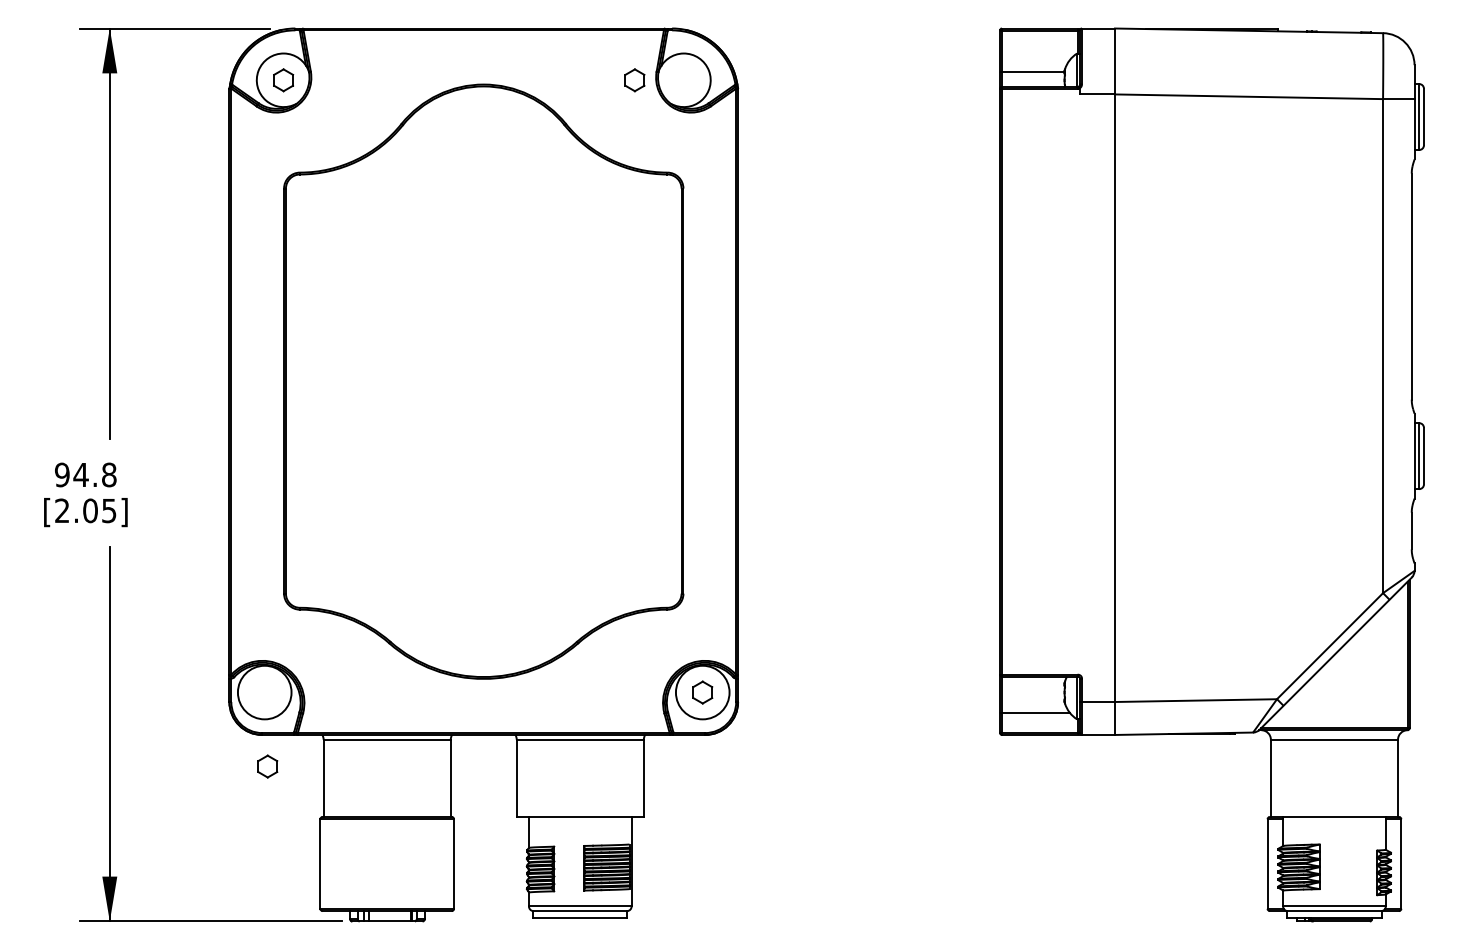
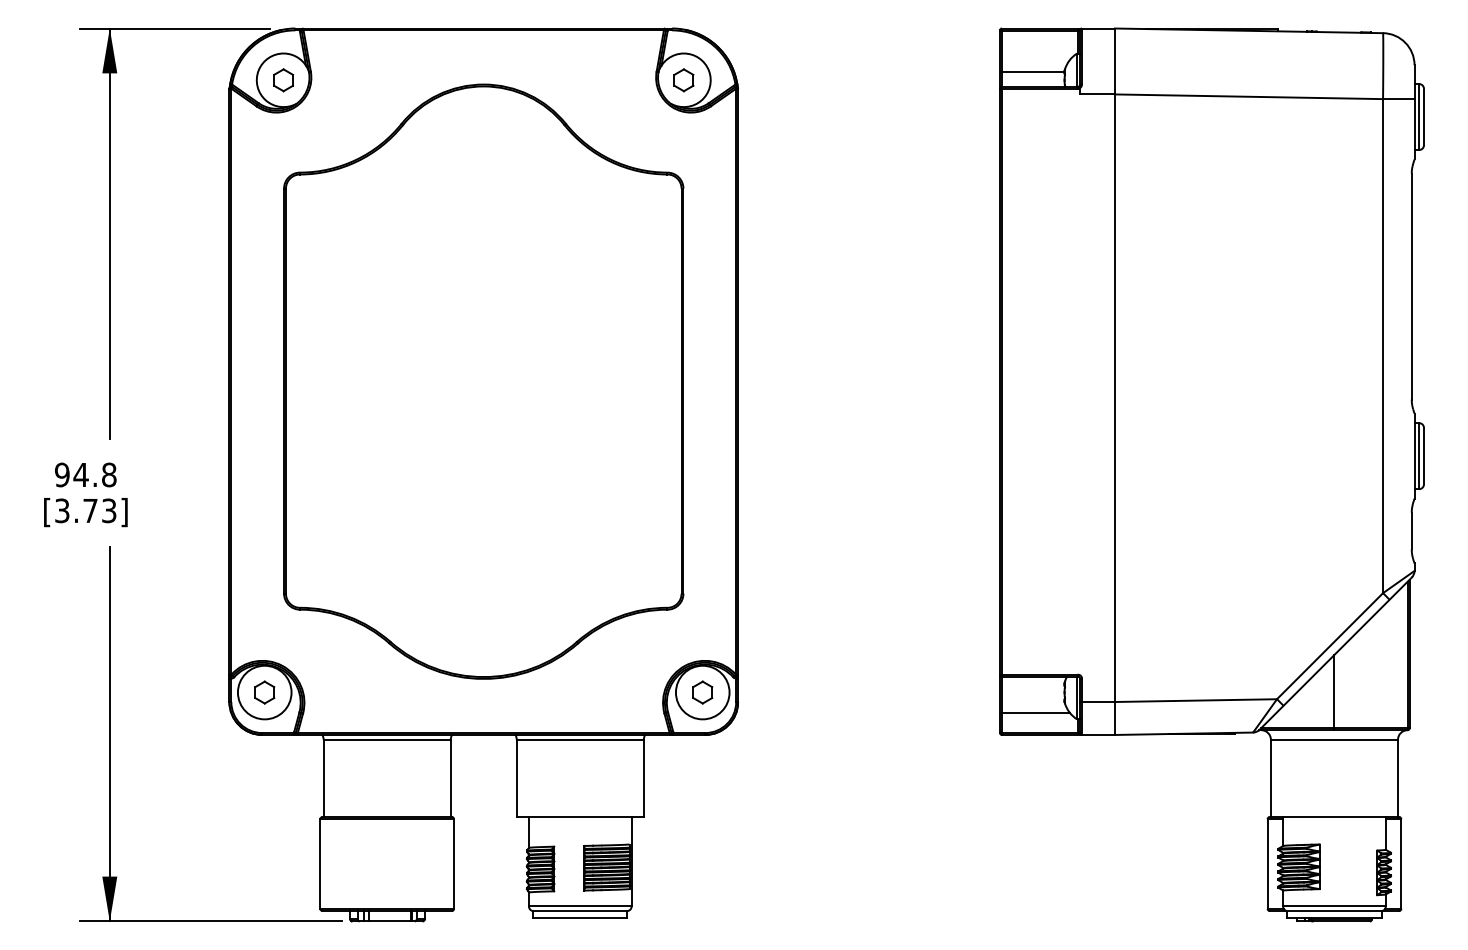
part at (634, 80) position: (634, 80) -> (683, 80)
text at (85, 510): [2.05] -> [3.73]
line at (1334, 692): none -> present
part at (267, 766) position: (267, 766) -> (264, 692)
